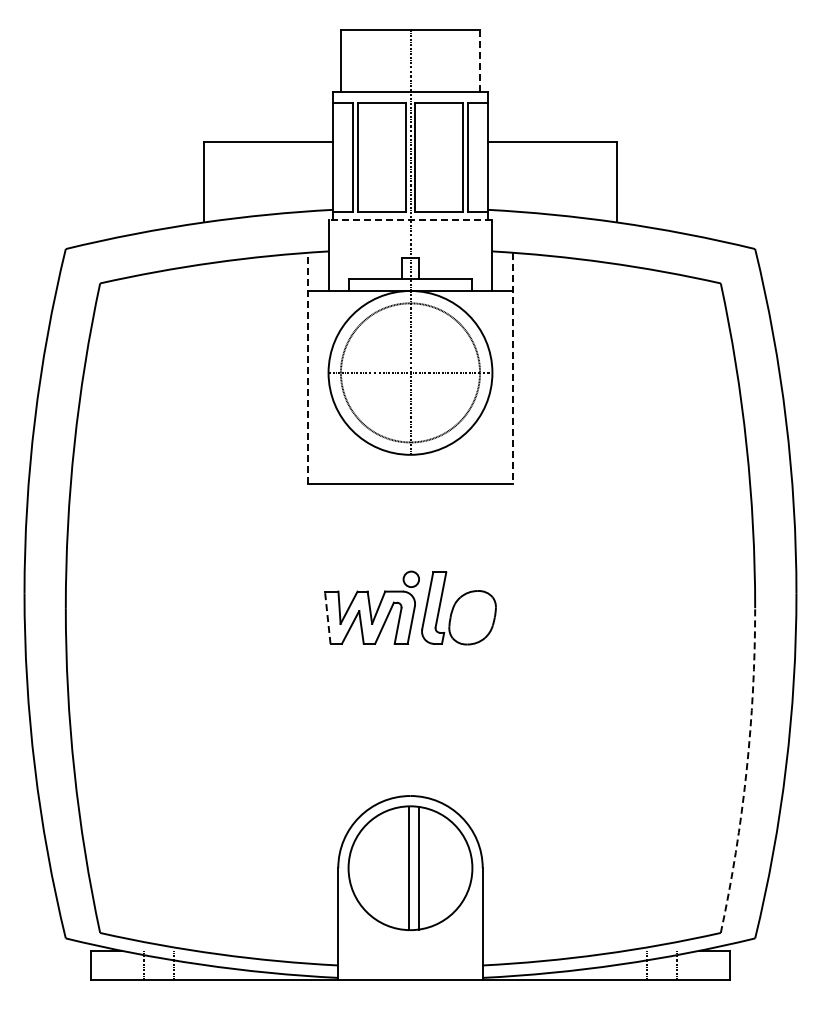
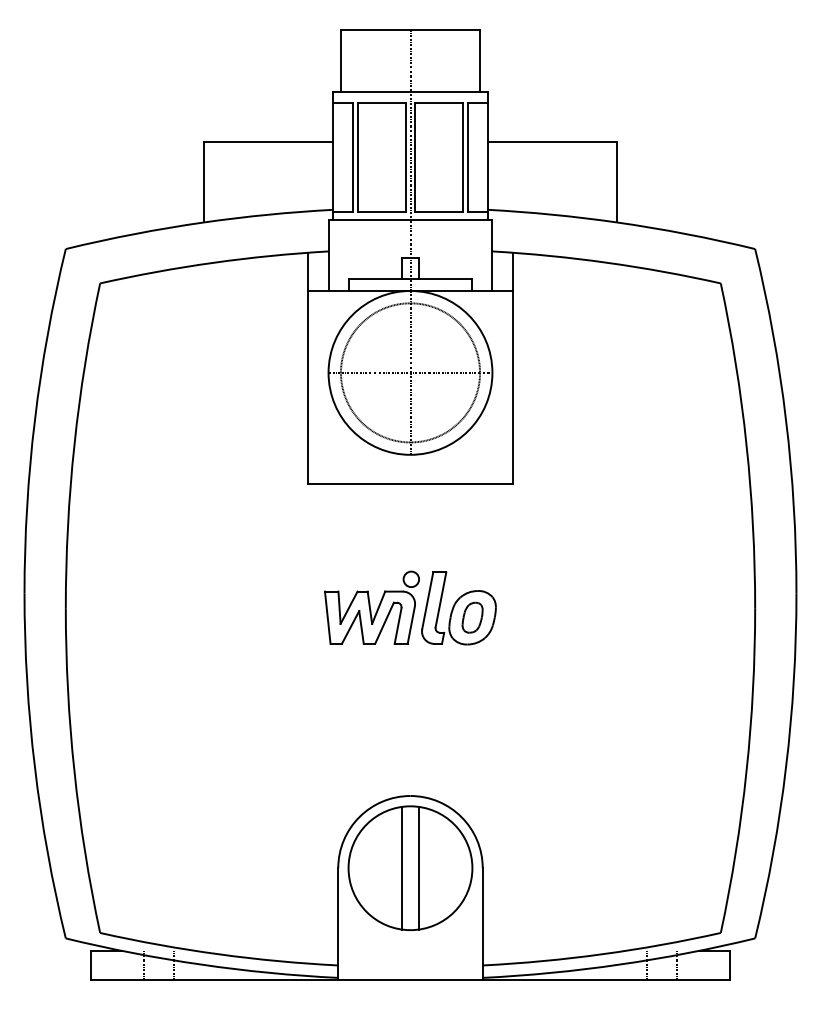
line at (480, 61): dashed -> solid
line at (410, 220): dashed -> solid
line at (307, 367): dashed -> solid
line at (513, 368): dashed -> solid
line at (327, 617): dashed -> solid
part at (472, 617): none -> present
arc at (746, 771): dashed -> solid
line at (409, 867) position: (409, 867) -> (402, 867)
